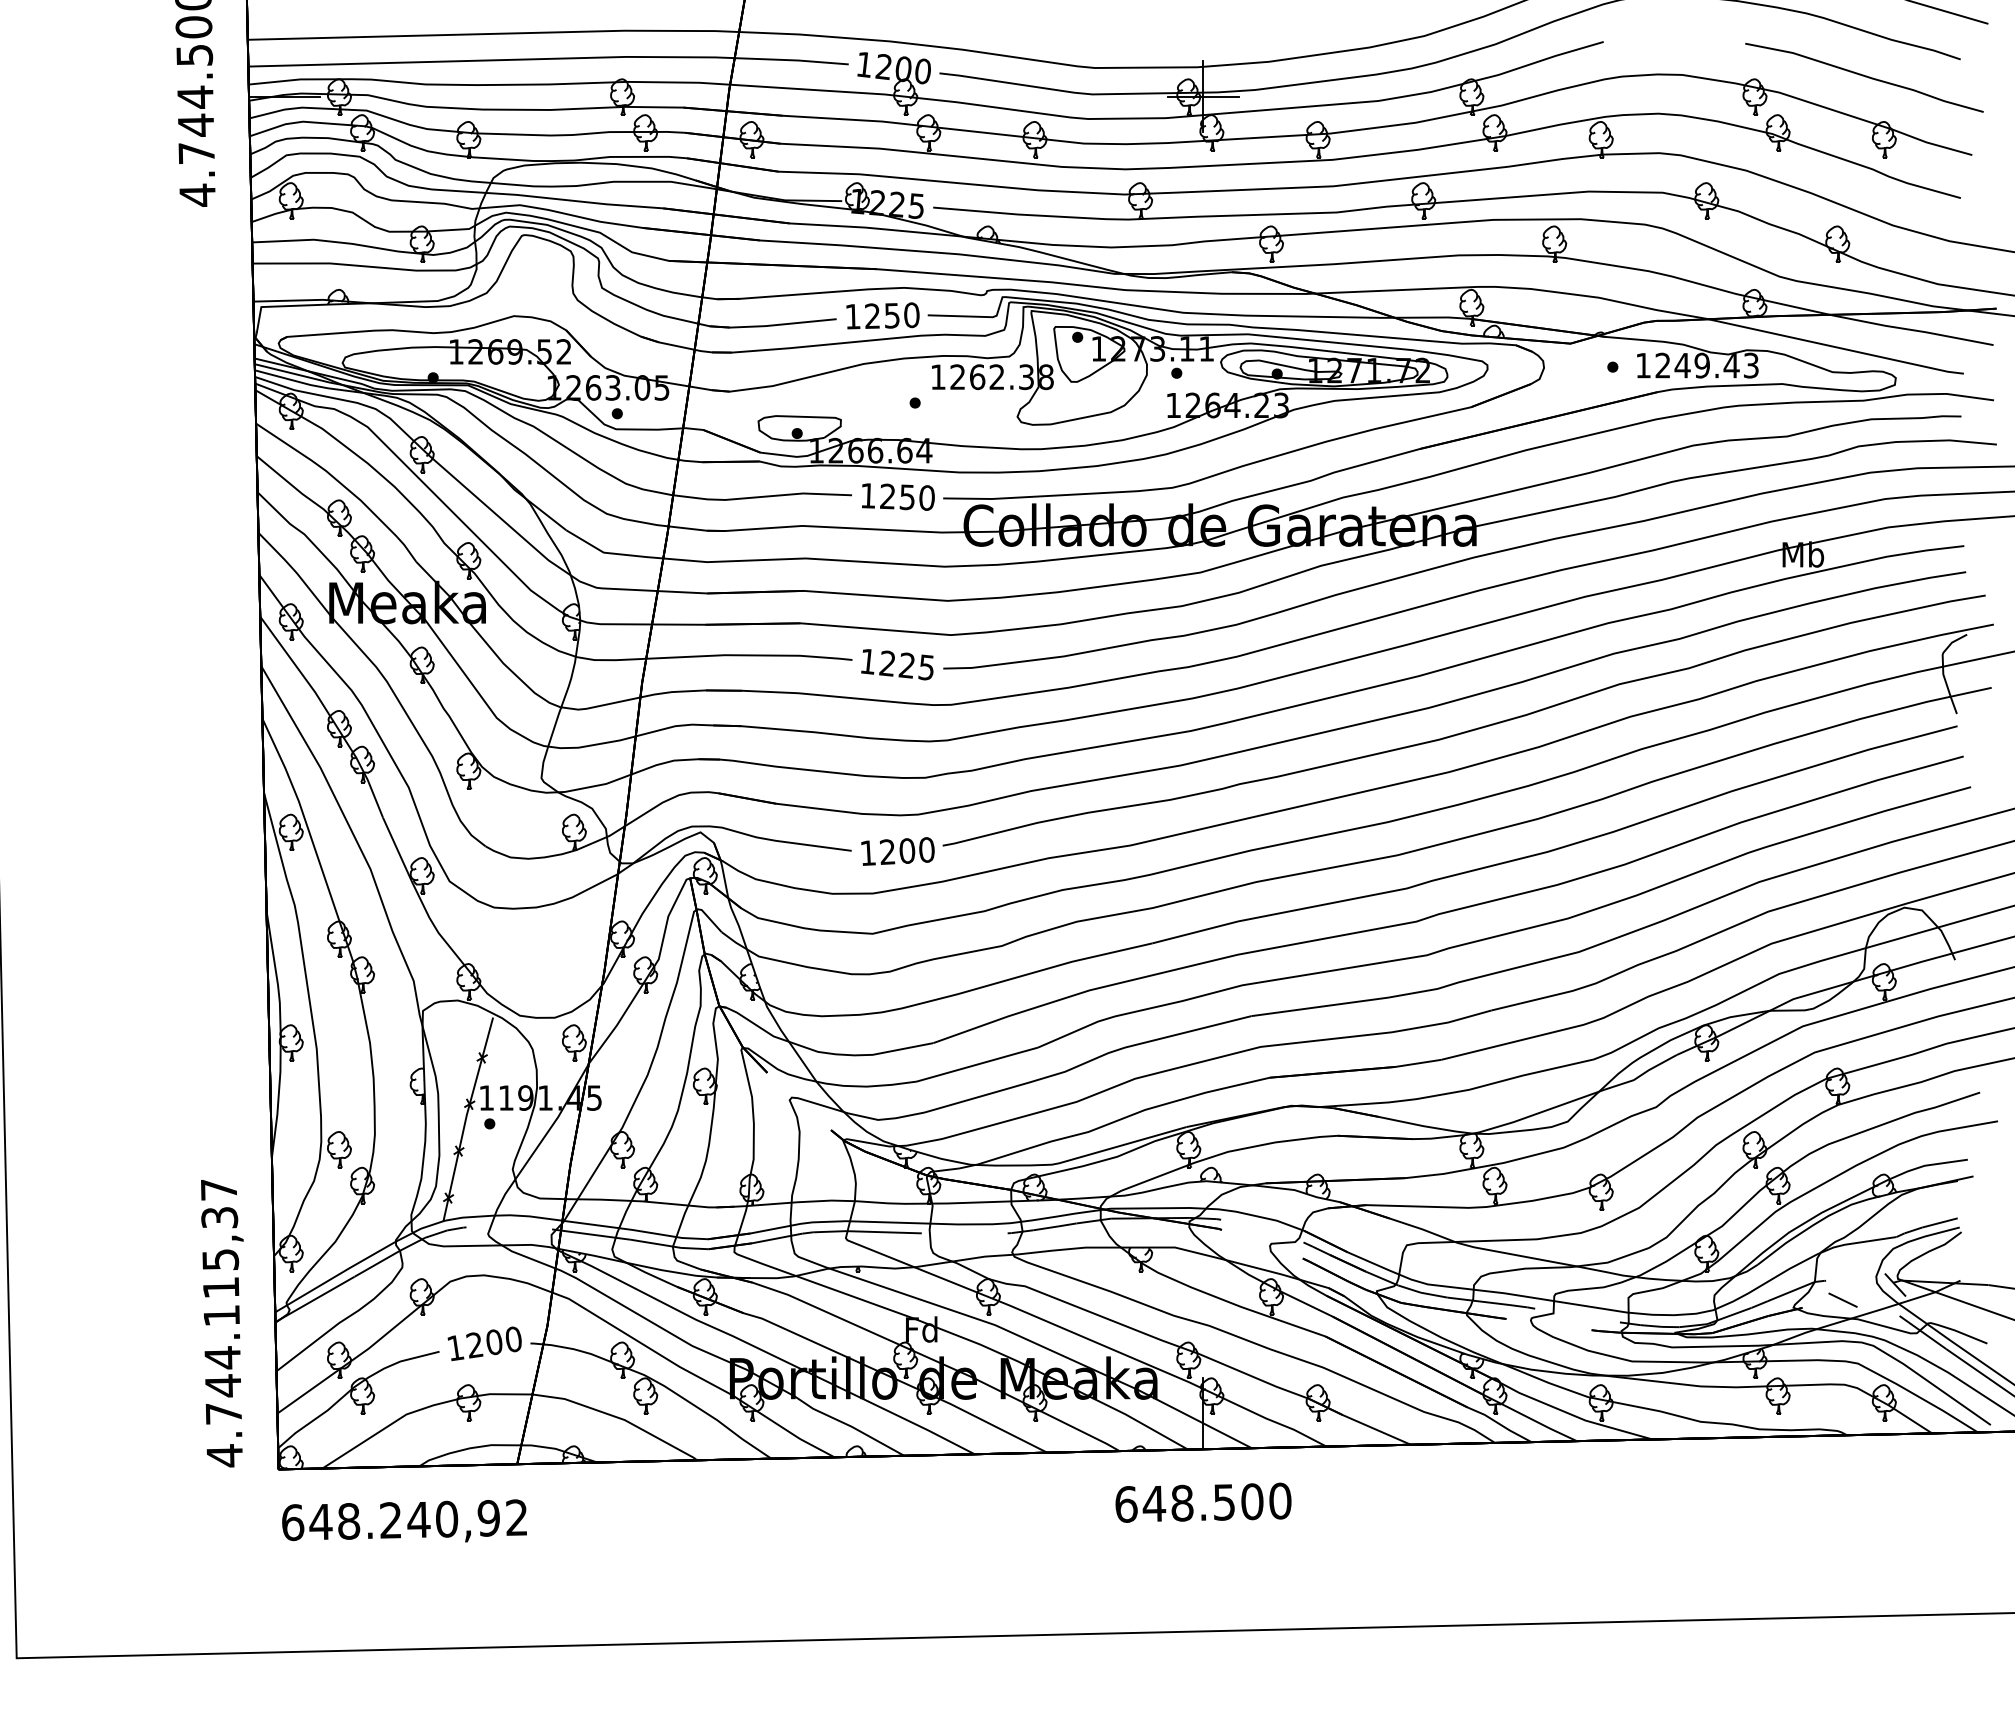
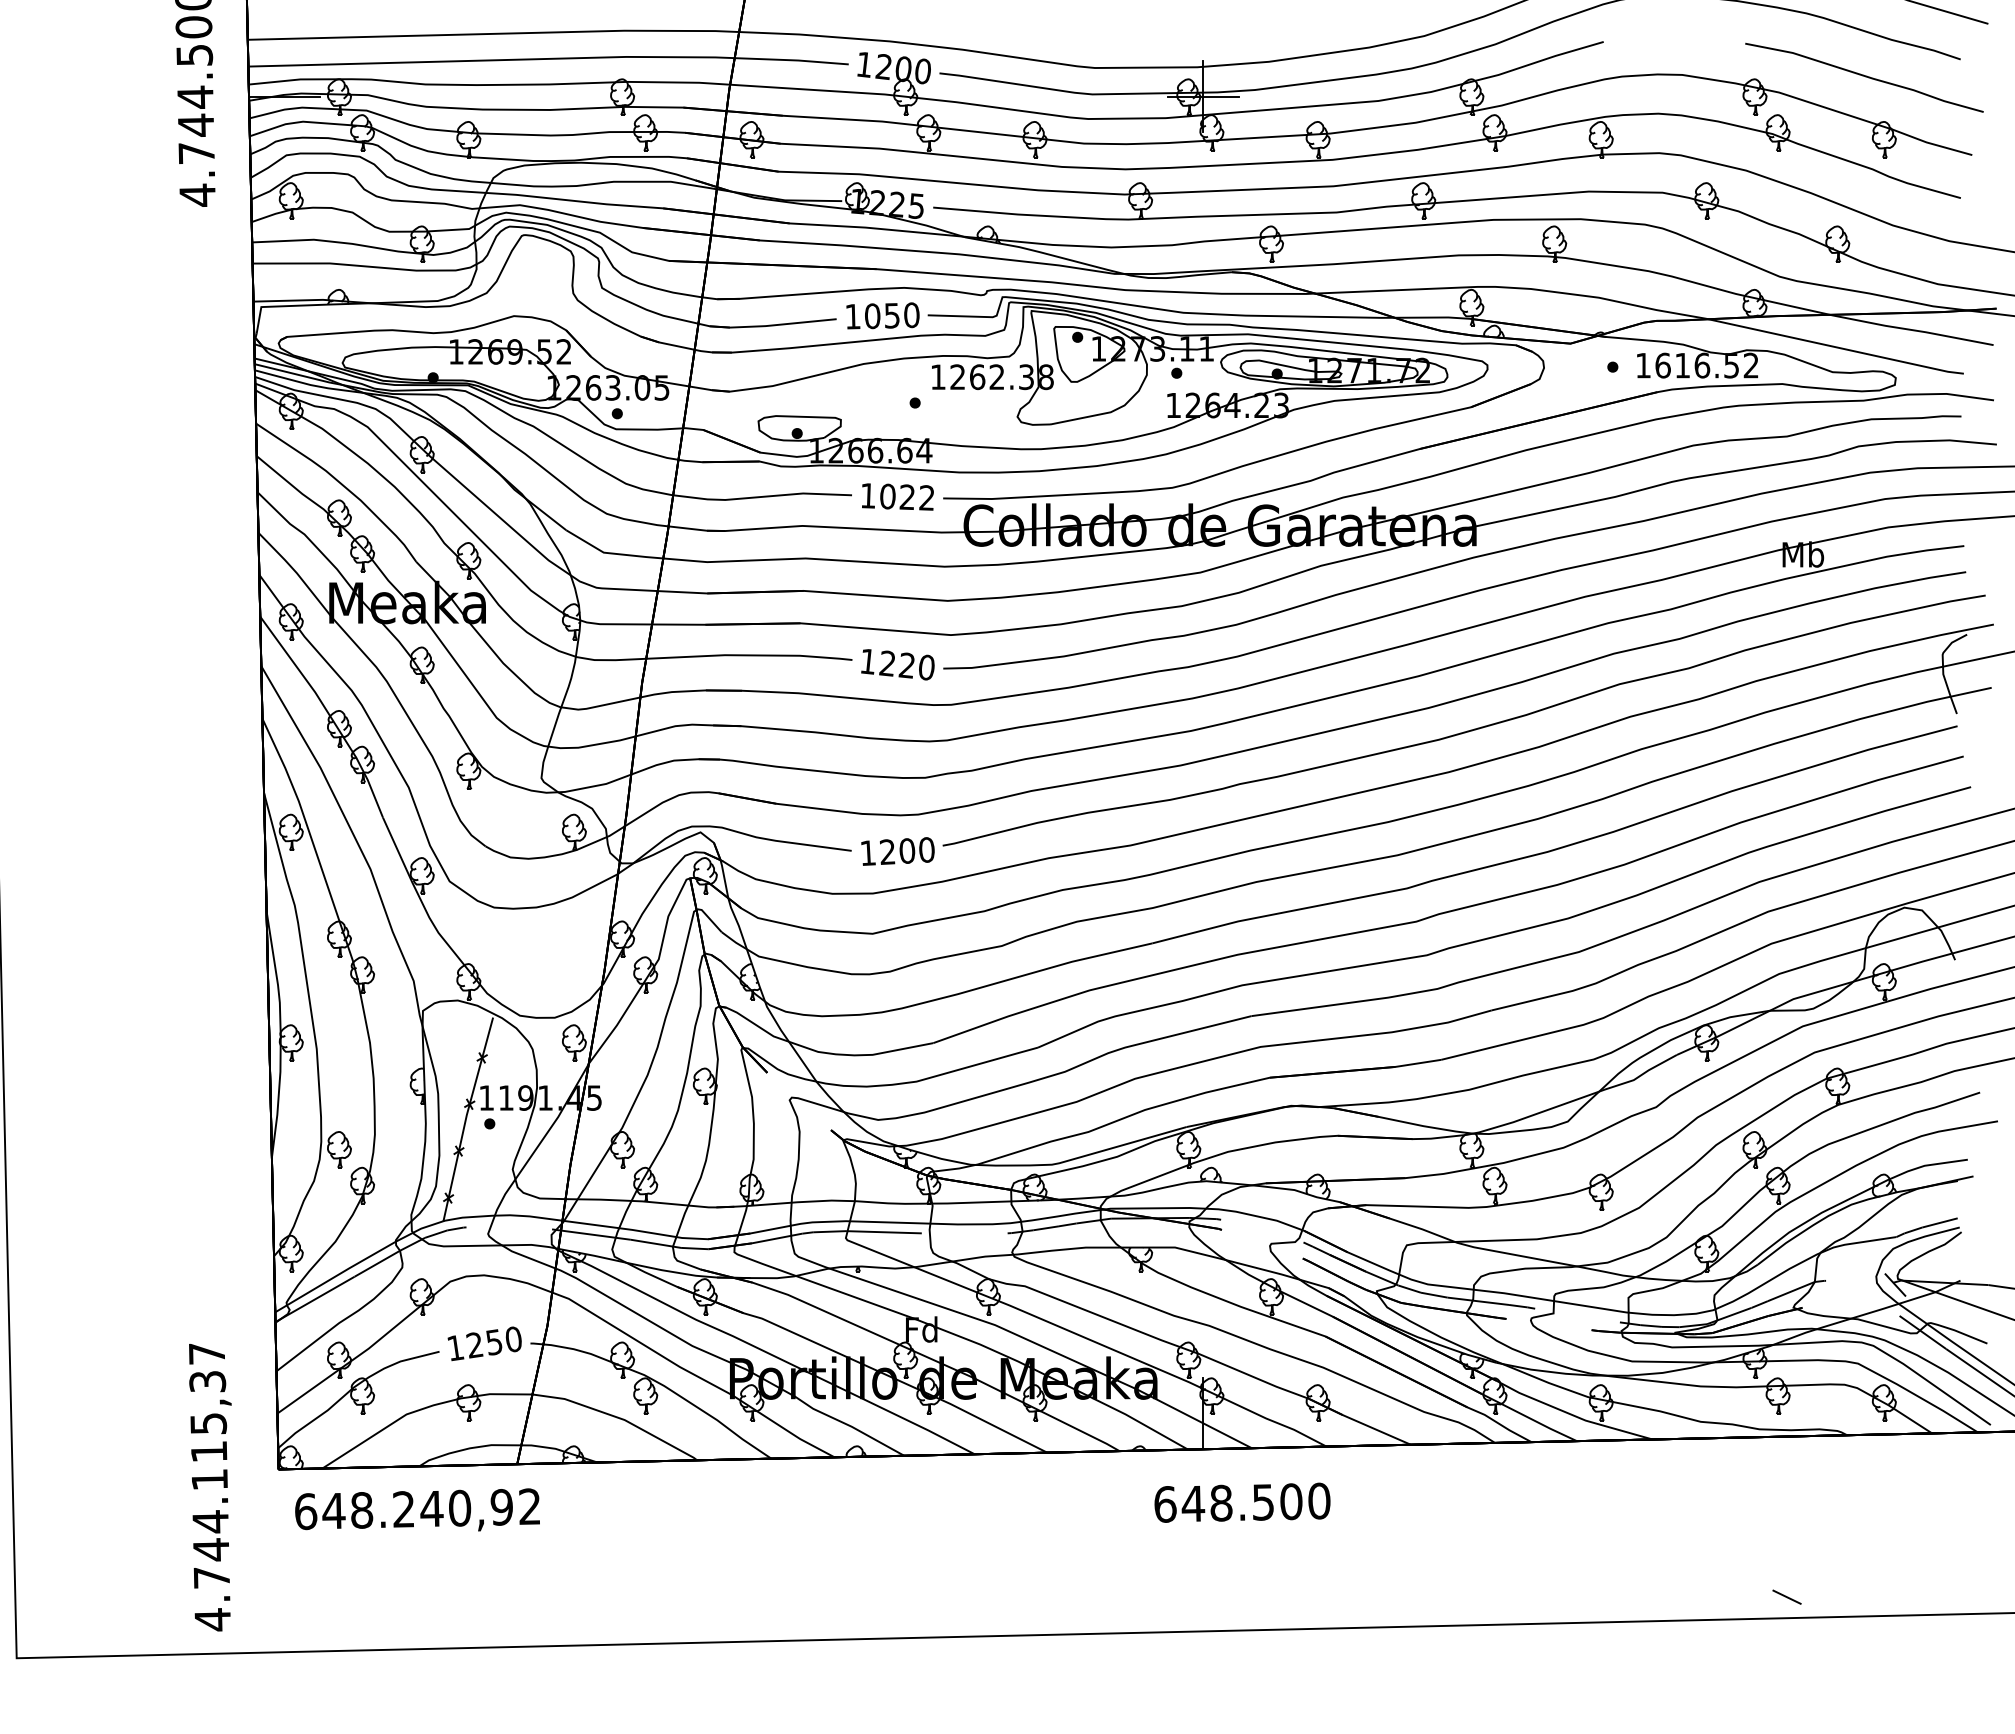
text at (872, 316): 1250 -> 1050
text at (1706, 365): 1249.43 -> 1616.52
text at (907, 496): 1250 -> 1022
text at (926, 667): 1225 -> 1220
line at (1842, 1299) position: (1842, 1299) -> (1786, 1596)
text at (222, 1323) position: (222, 1323) -> (210, 1487)
text at (494, 1342): 1200 -> 1250
text at (1203, 1502) position: (1203, 1502) -> (1242, 1502)
text at (404, 1520) position: (404, 1520) -> (417, 1509)
